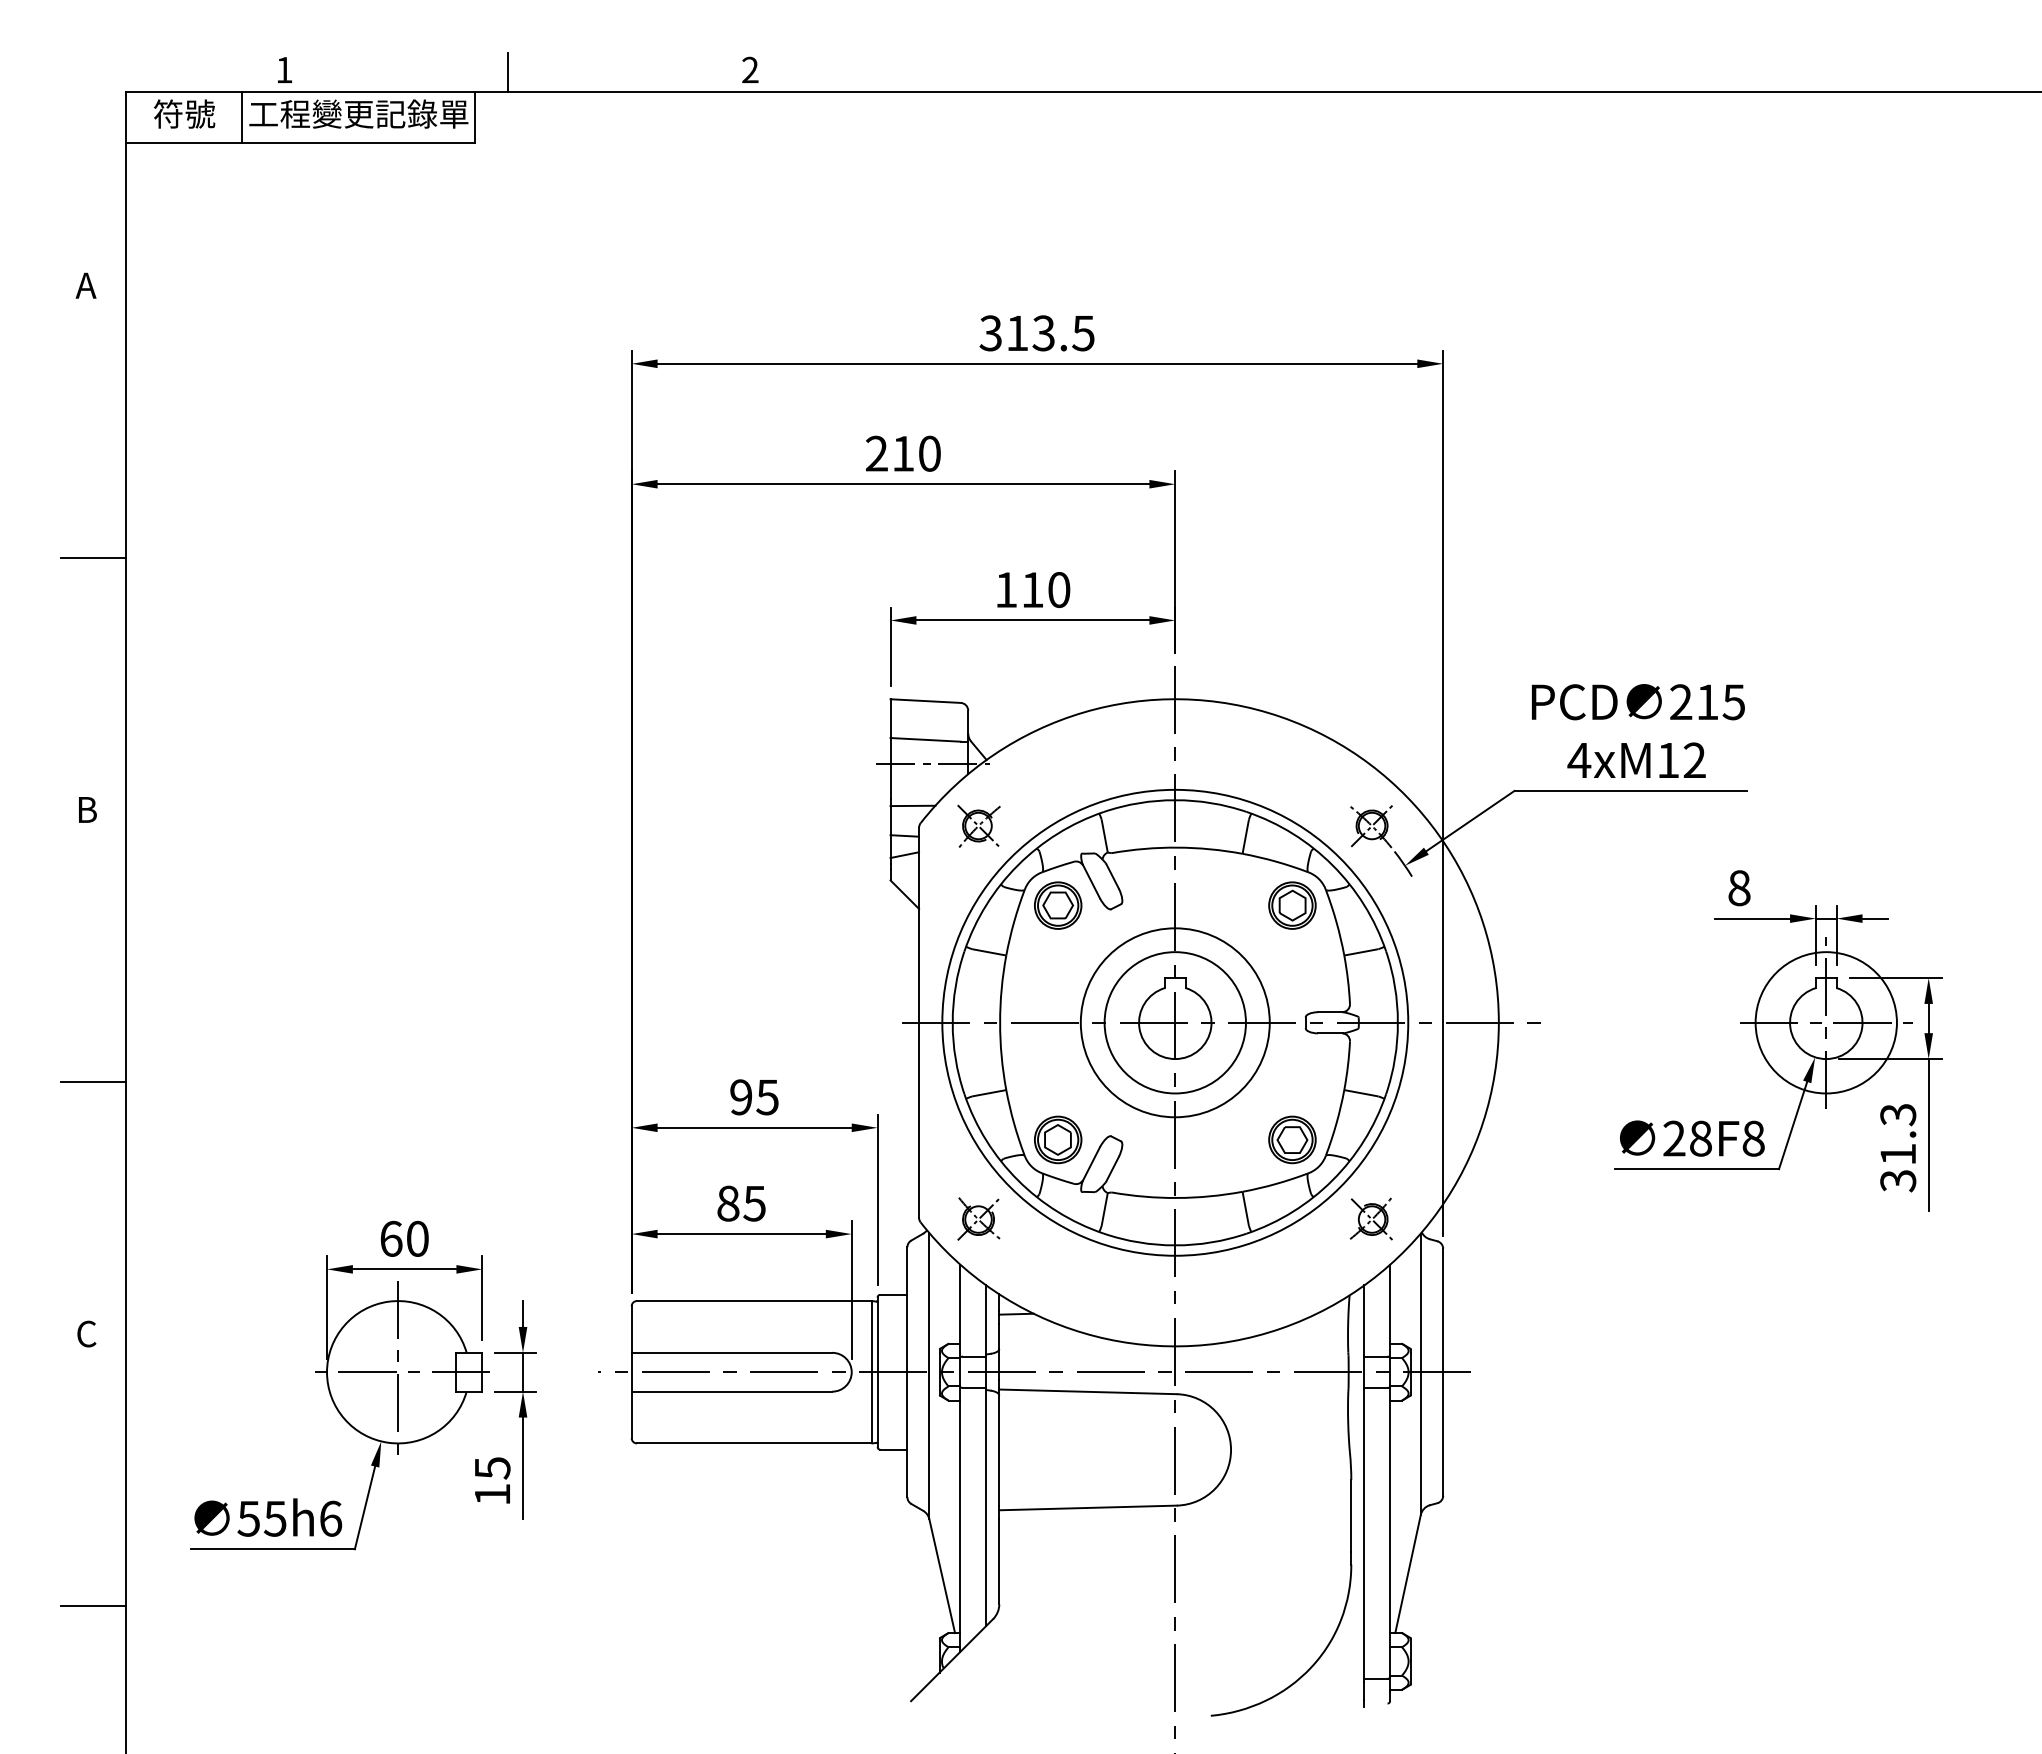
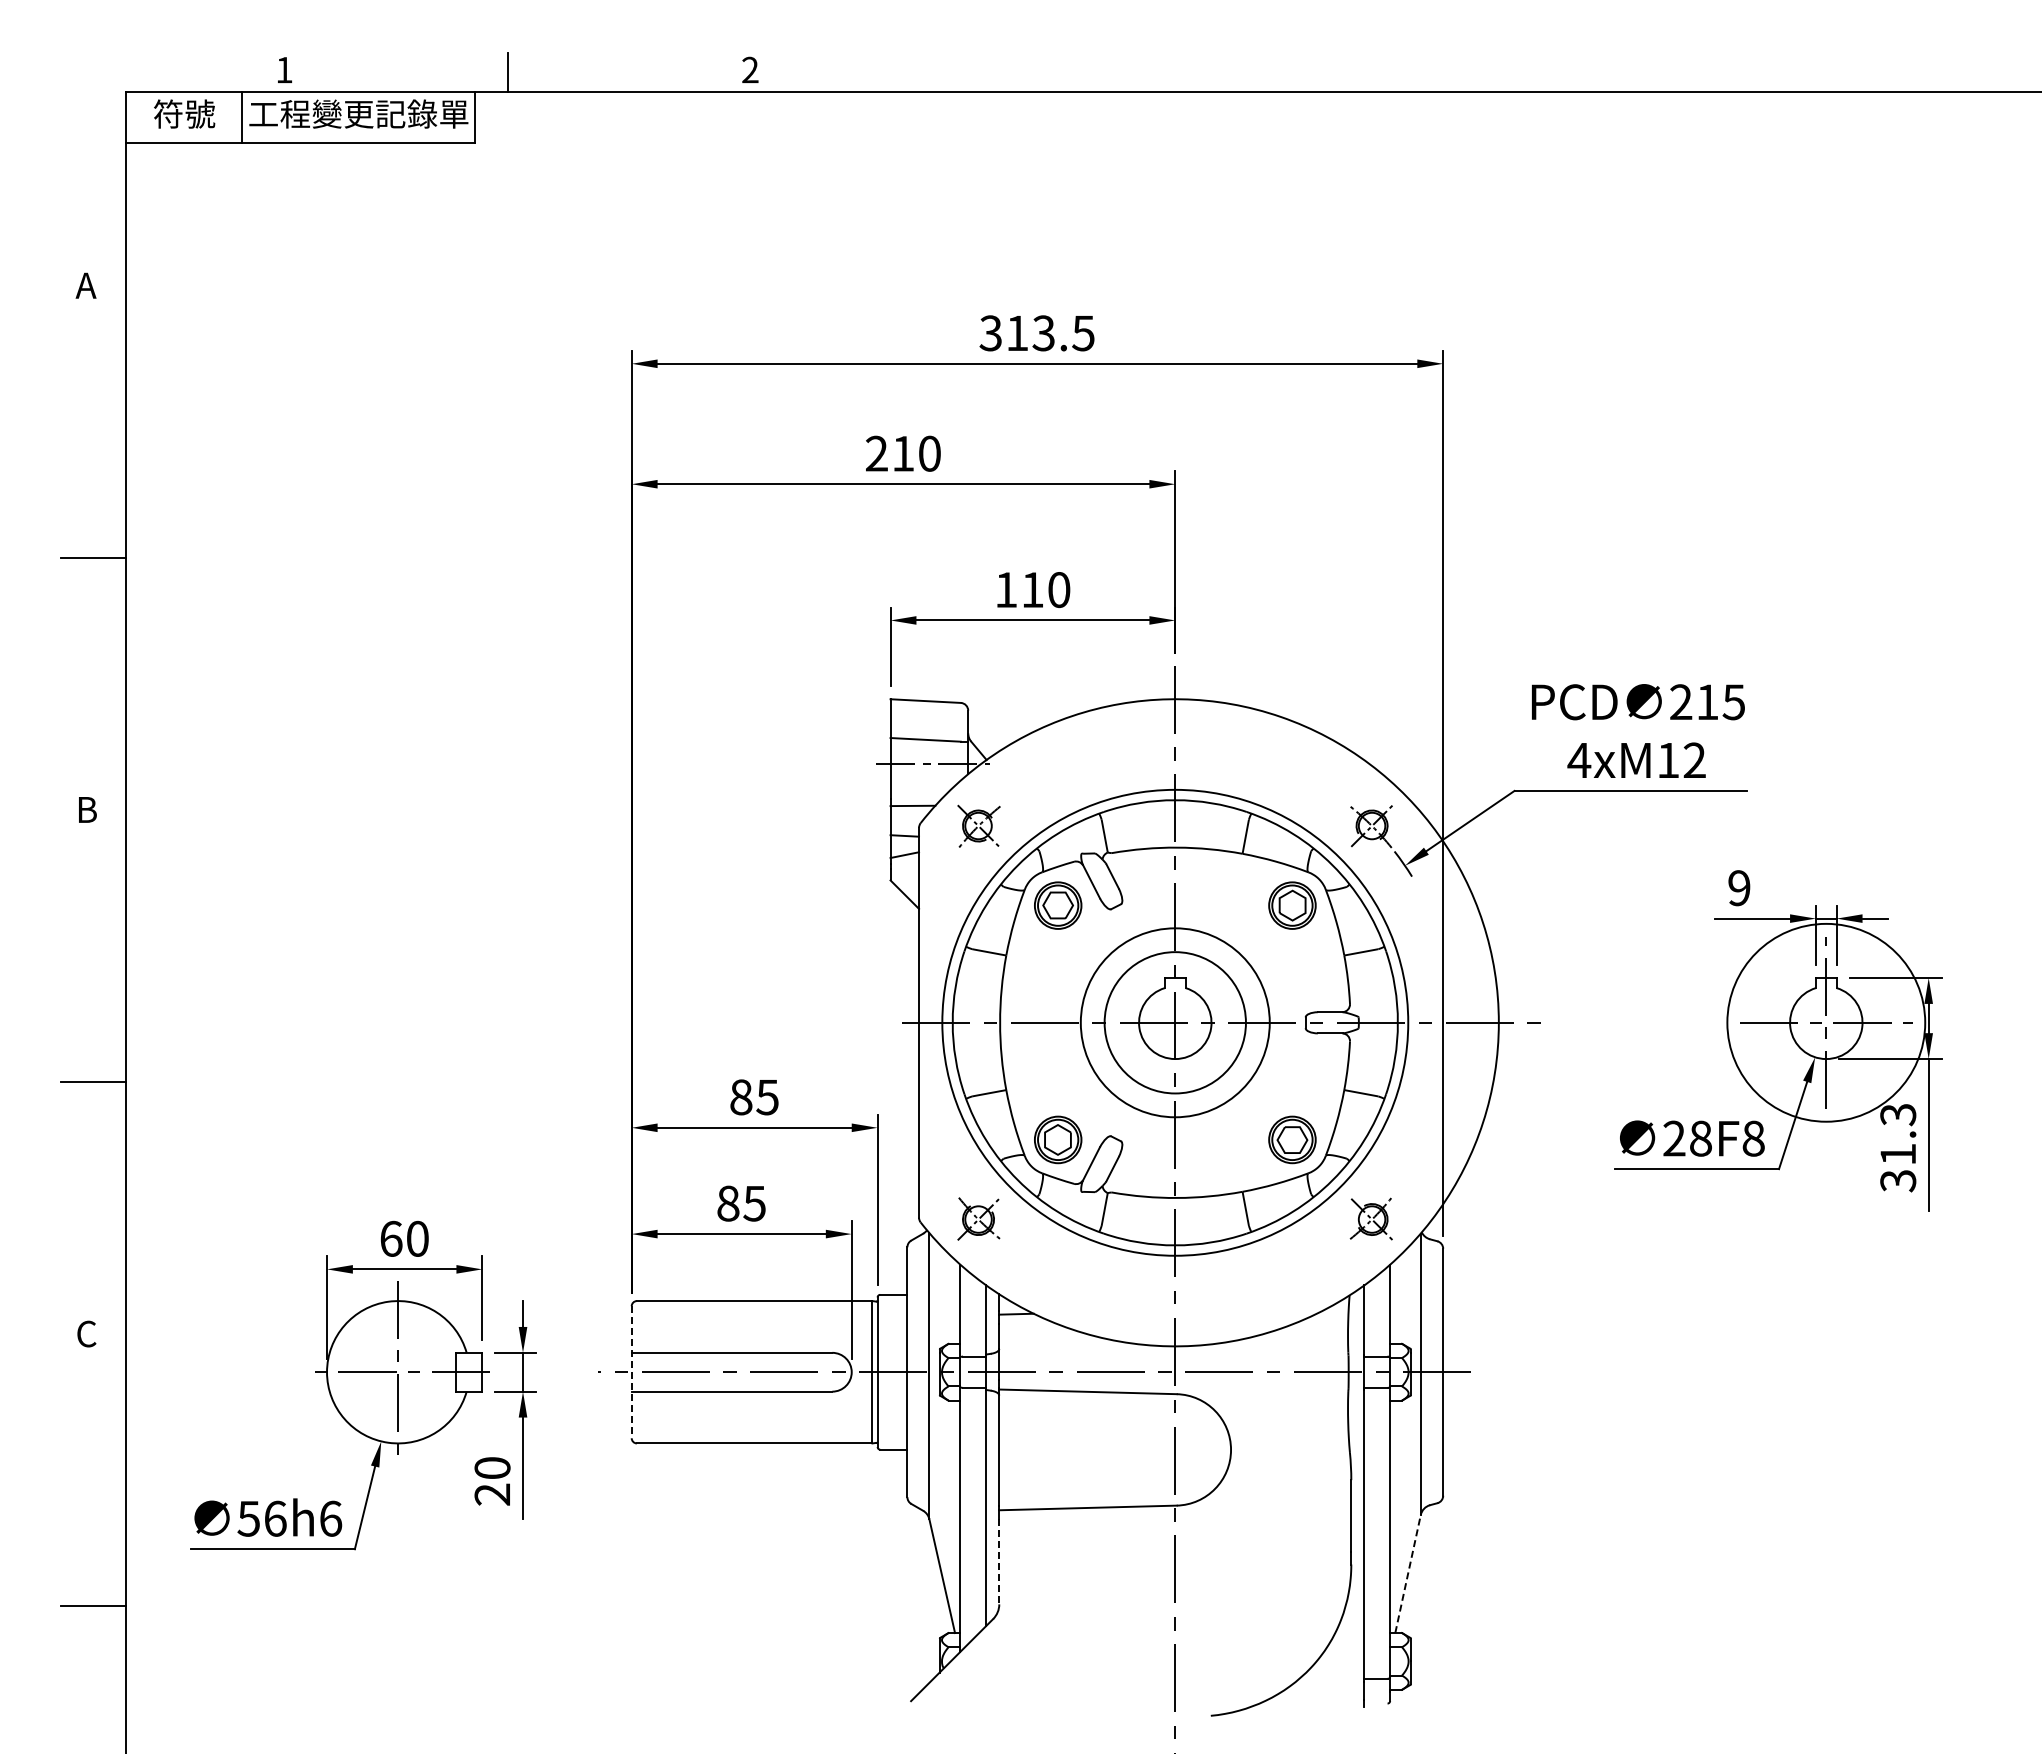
text at (1739, 888): 8 -> 9
circle at (1825, 1022) diameter: 141 px -> 198 px
text at (741, 1097): 95 -> 85
line at (631, 1372): solid -> dashed
text at (492, 1481): 15 -> 20
text at (274, 1518): 55h6 -> 56h6
line at (999, 1562): solid -> dashed
line at (1408, 1573): solid -> dashed
